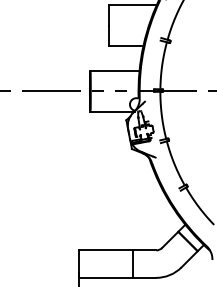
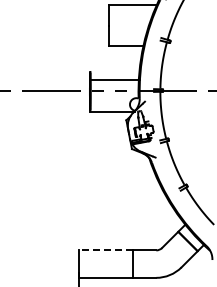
line at (114, 71) position: (114, 71) -> (114, 80)
line at (105, 250): solid -> dashed
